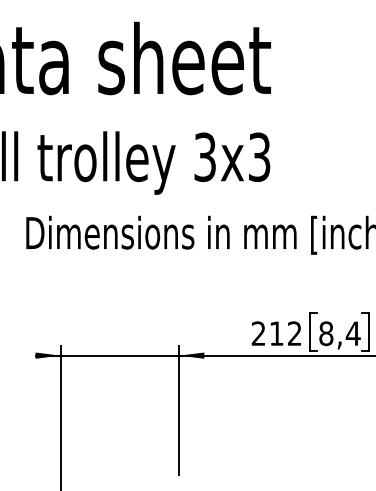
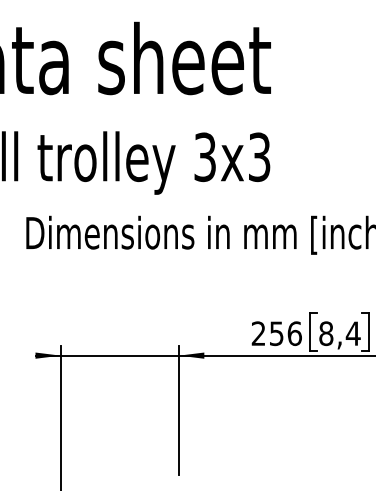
text at (285, 333): 212 -> 256
